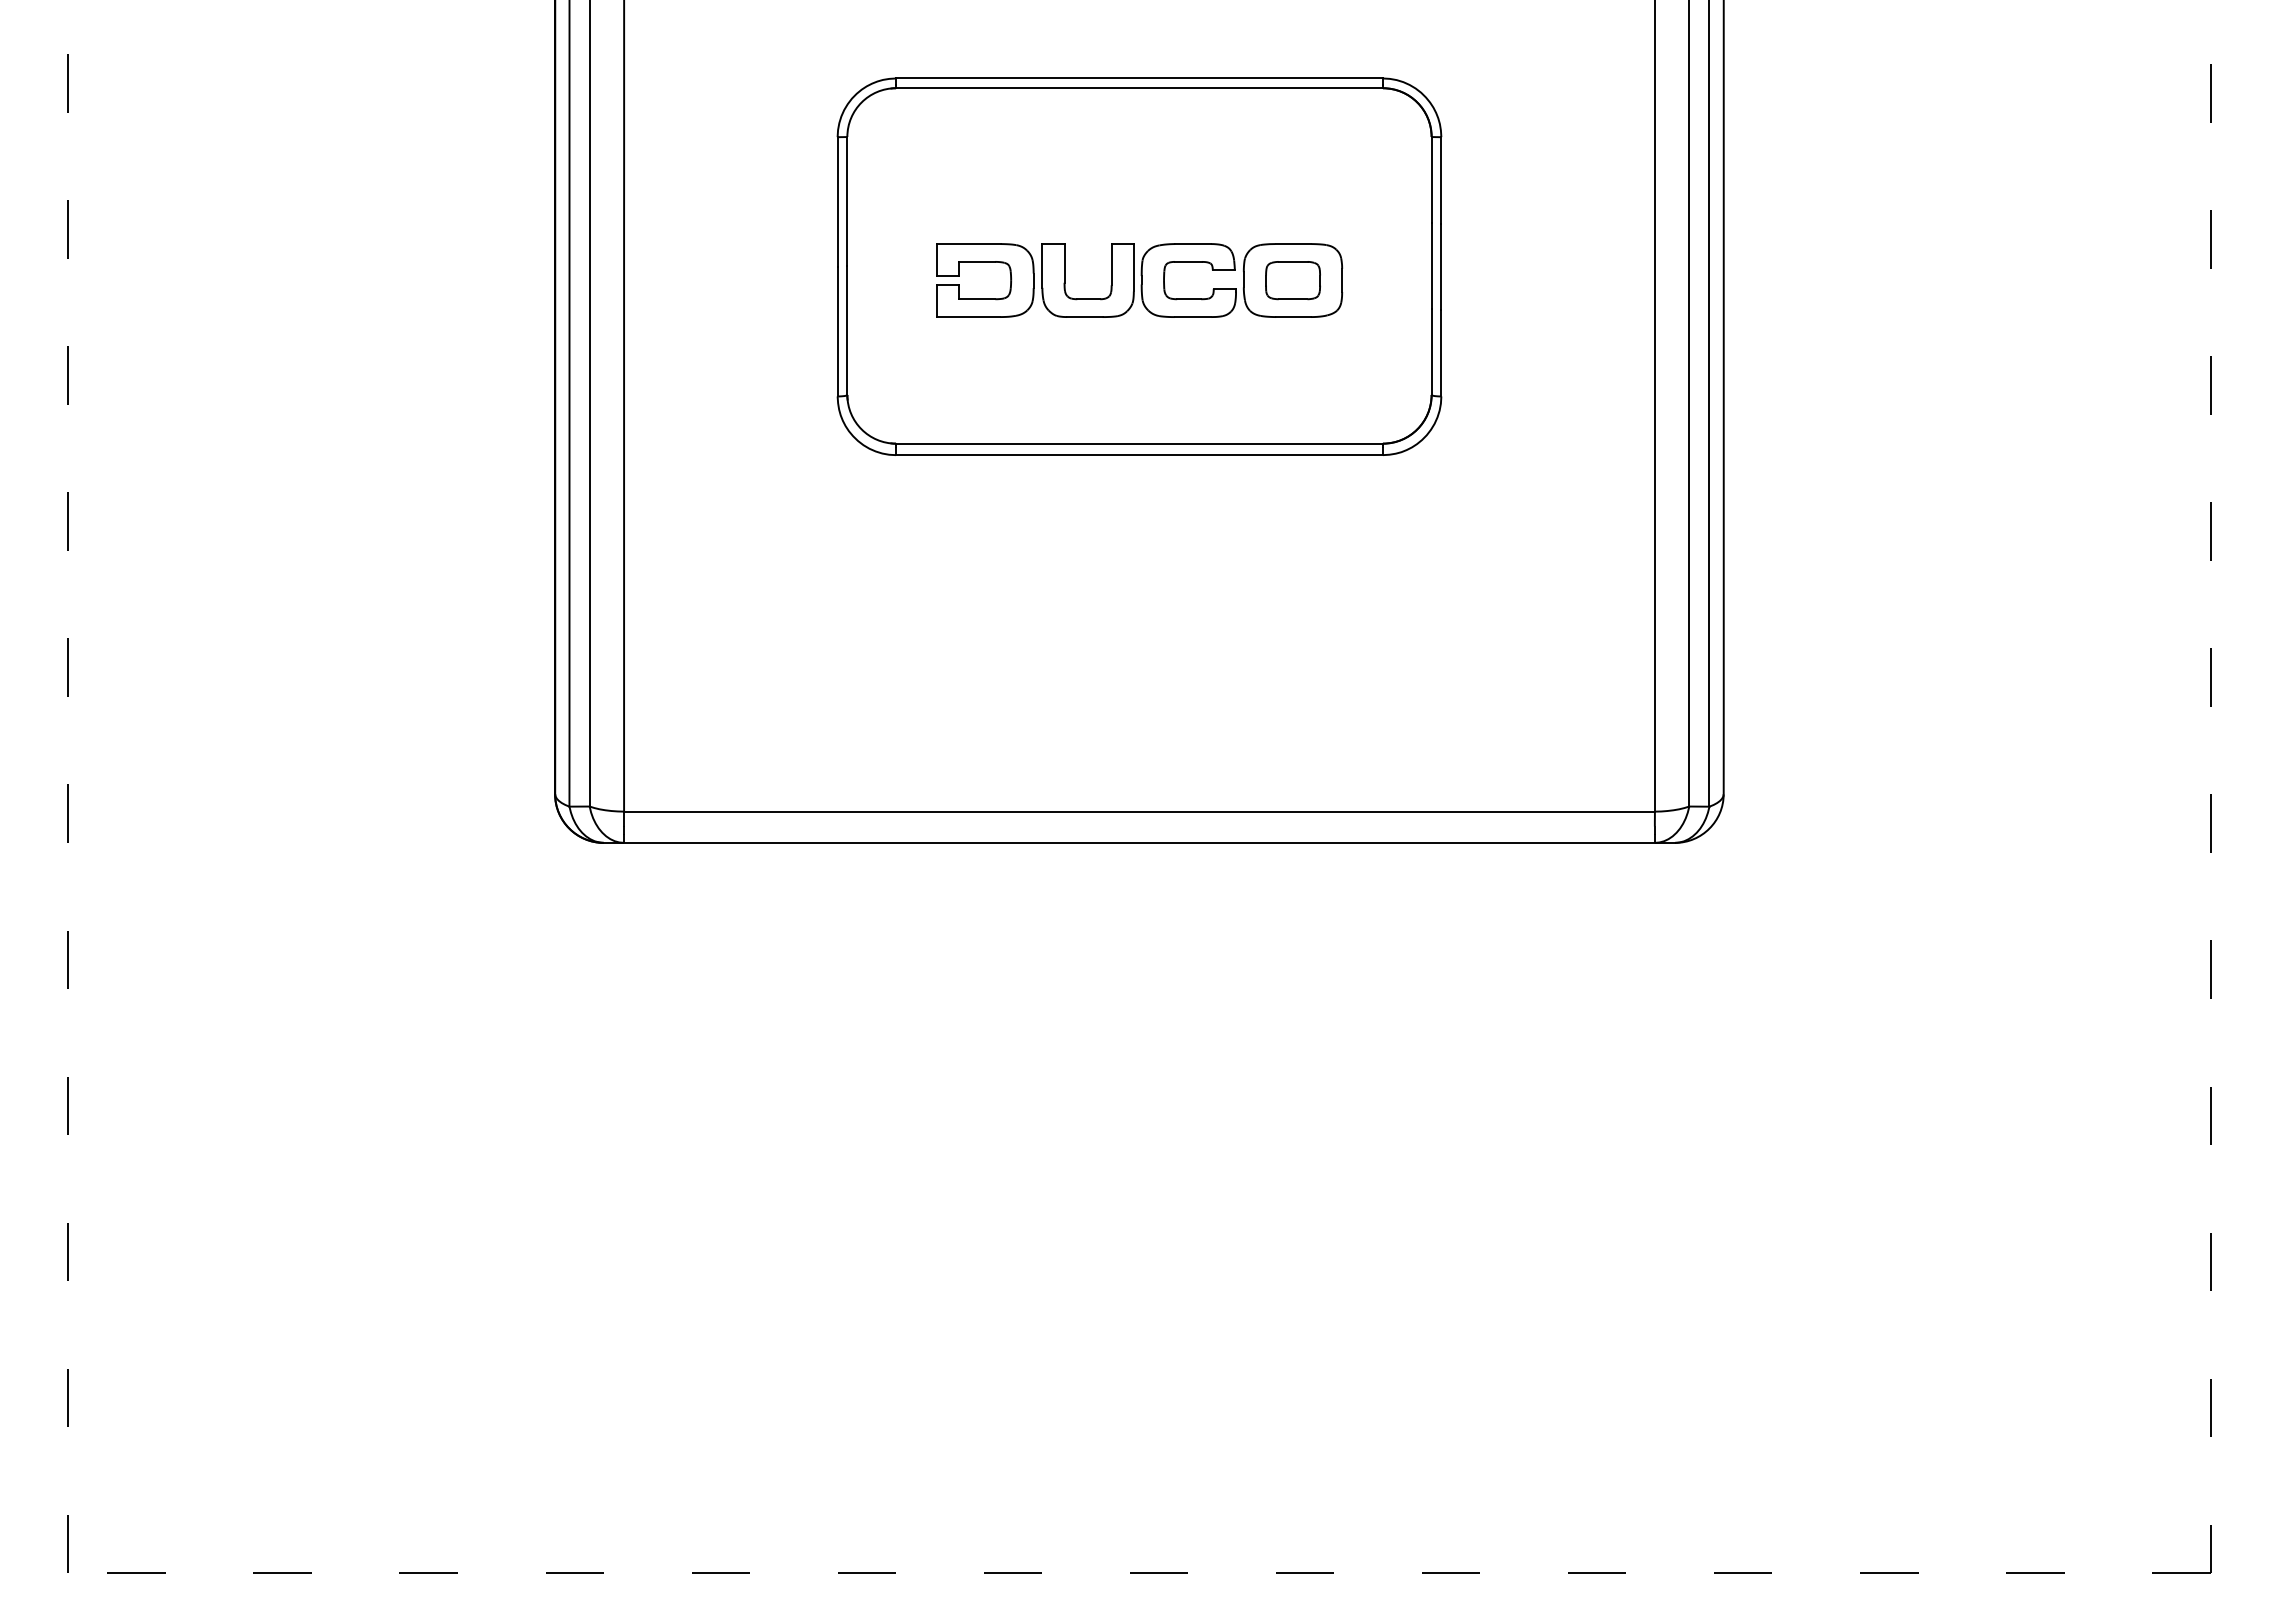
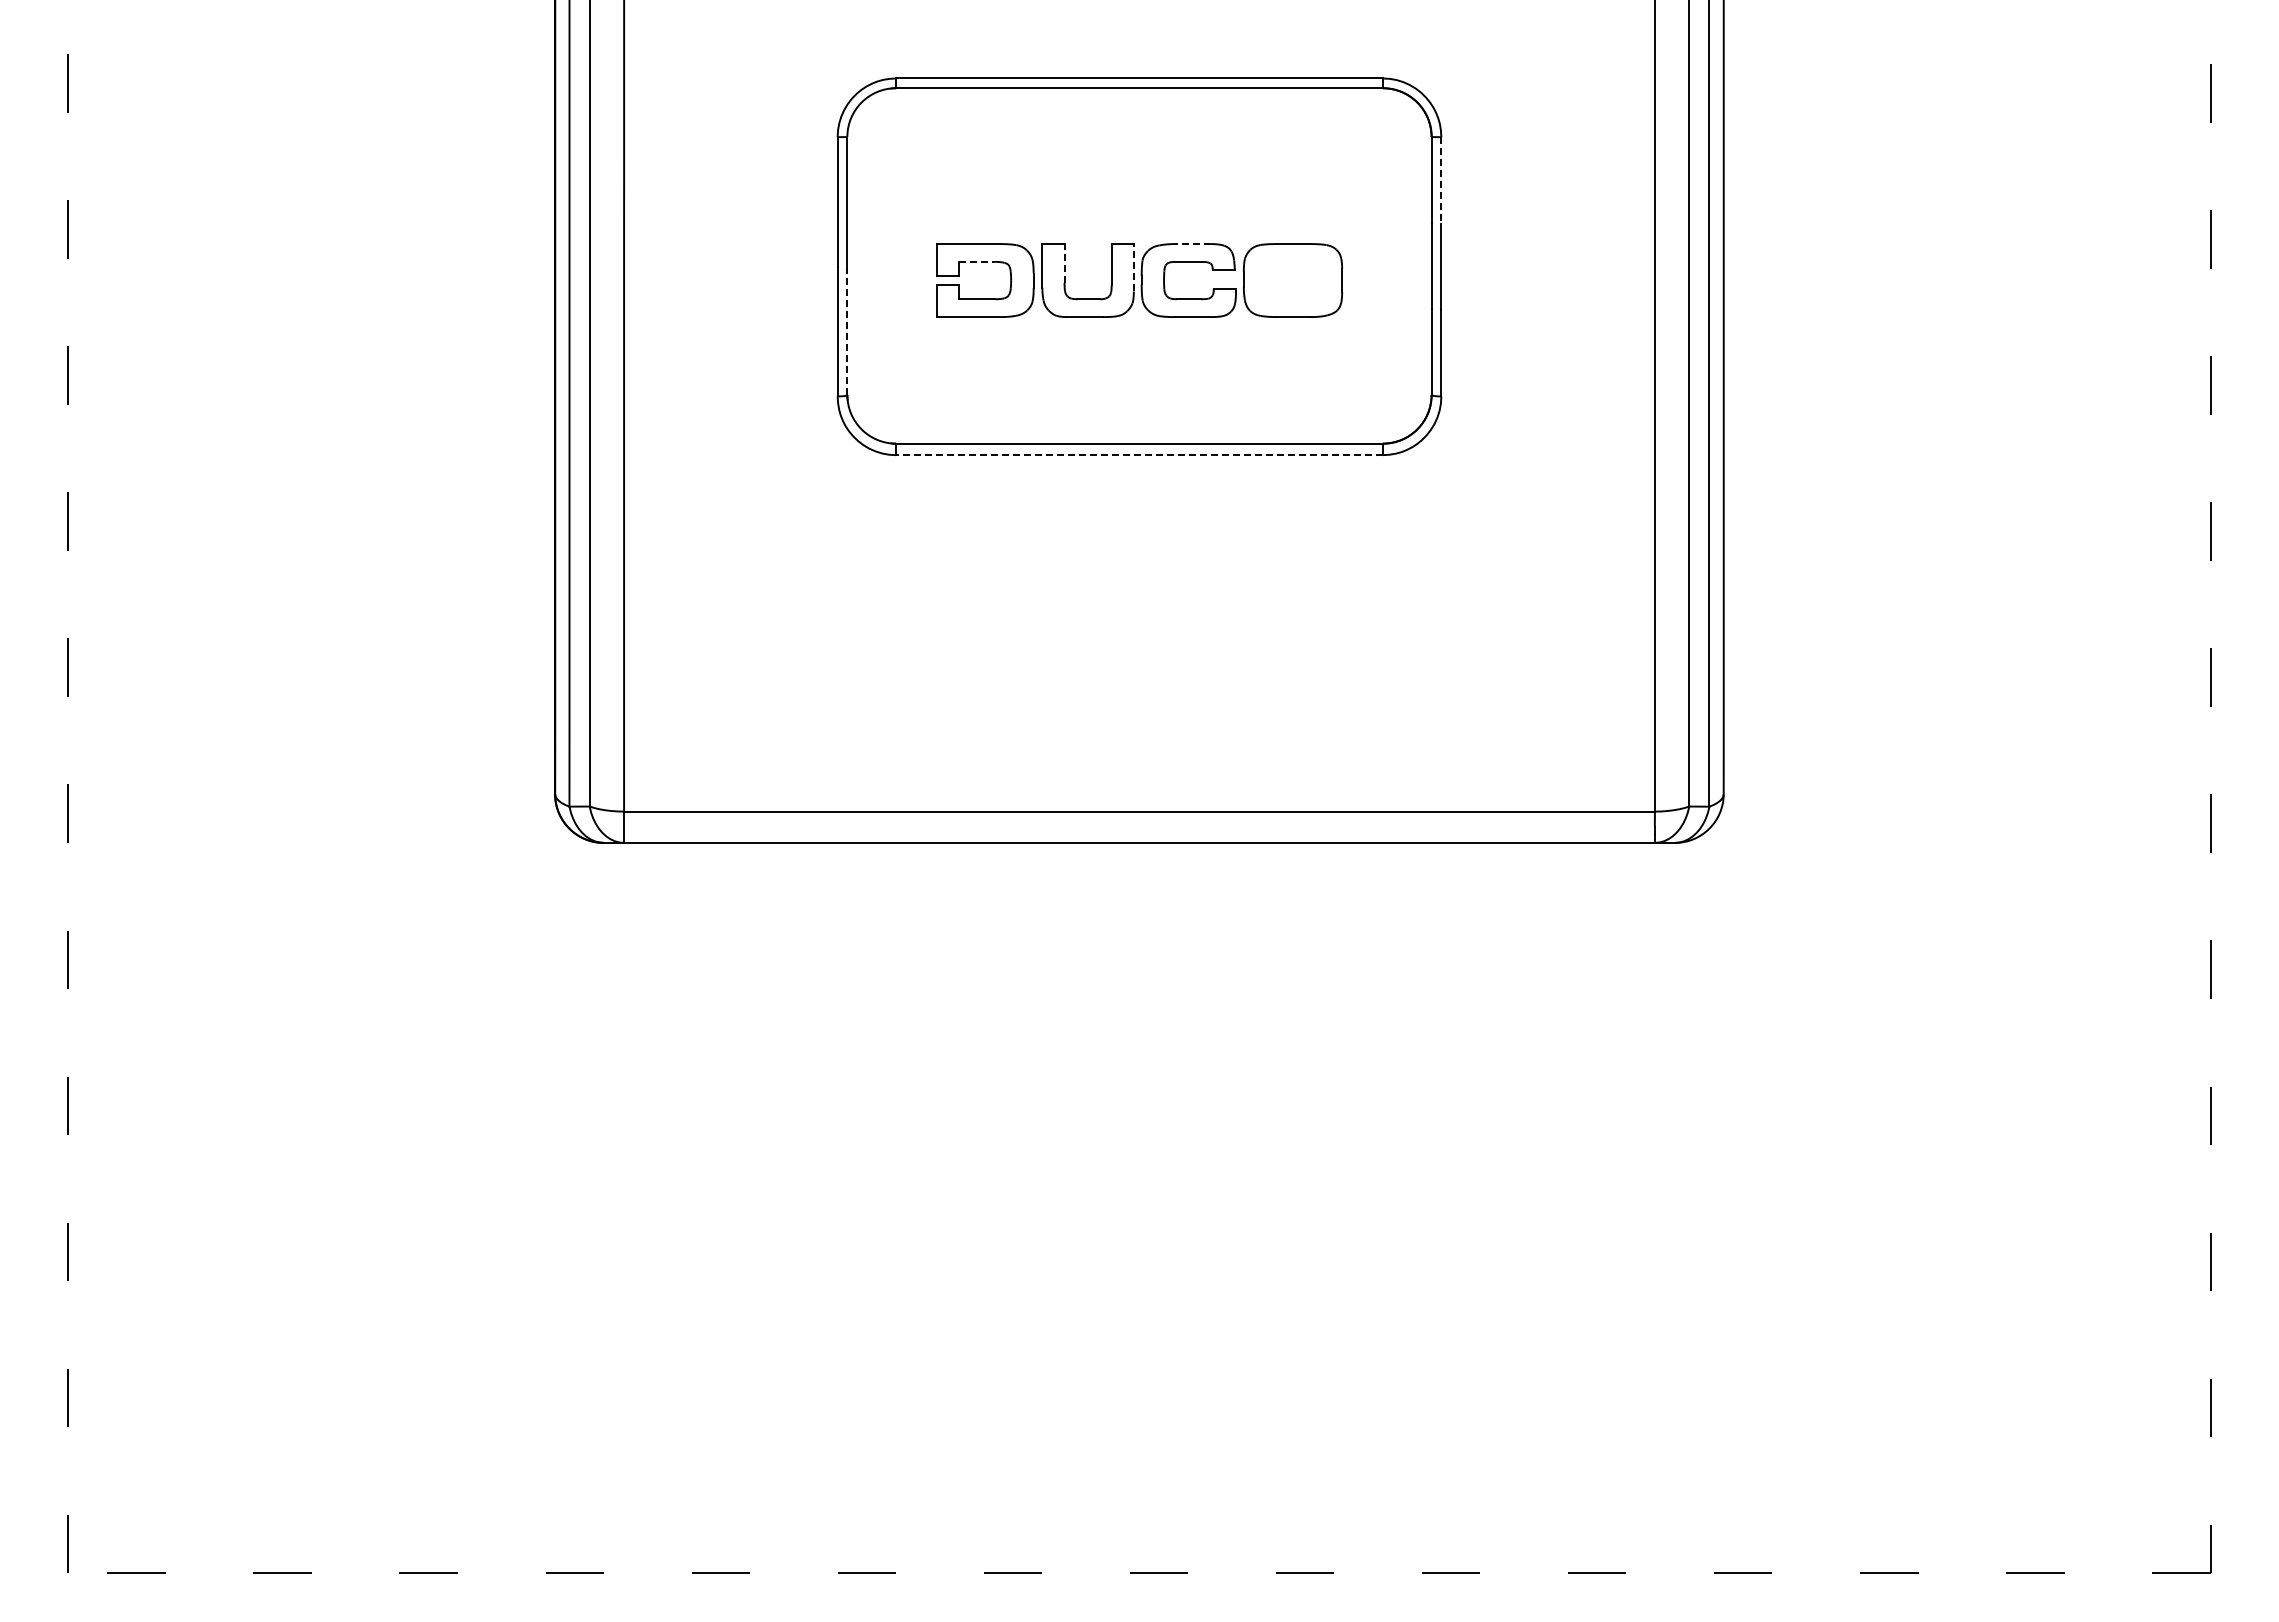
line at (1441, 181): solid -> dashed
line at (1193, 244): solid -> dashed
line at (977, 261): solid -> dashed
line at (1064, 262): solid -> dashed
line at (1133, 267): solid -> dashed
part at (1292, 280): present -> none
line at (847, 330): solid -> dashed
line at (1139, 455): solid -> dashed
